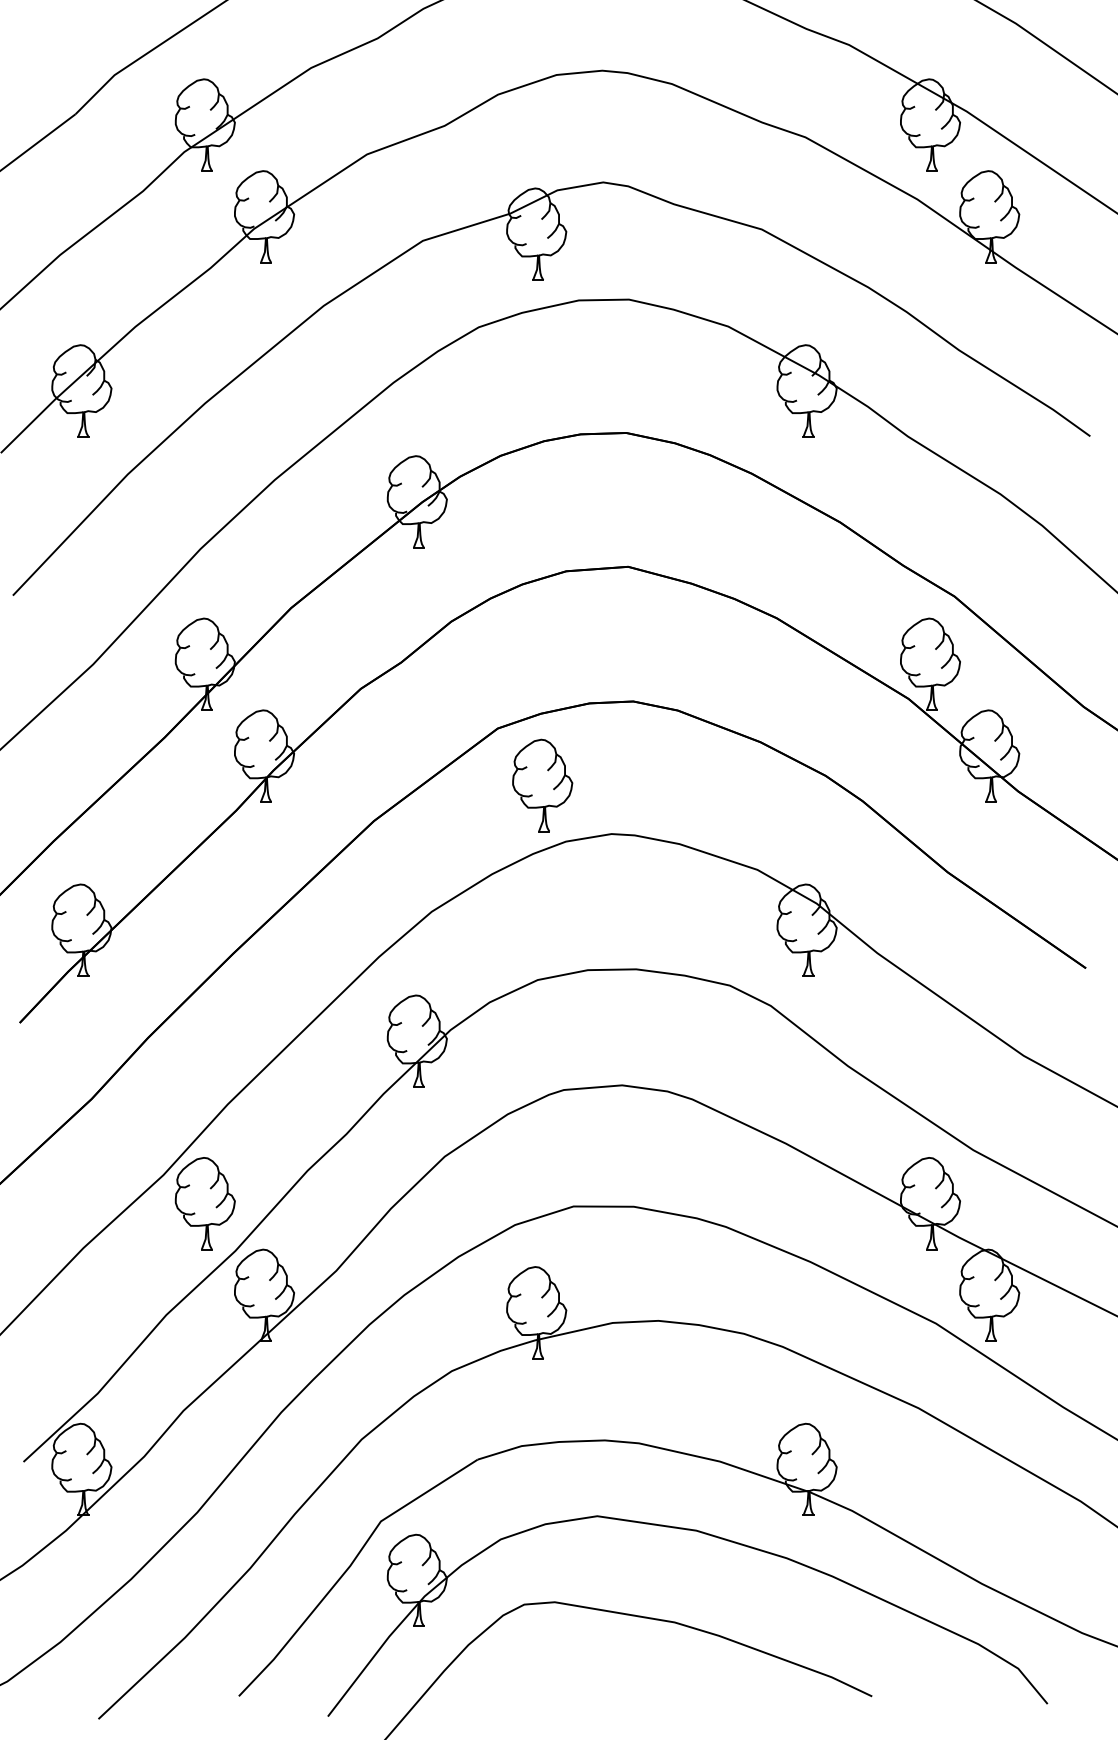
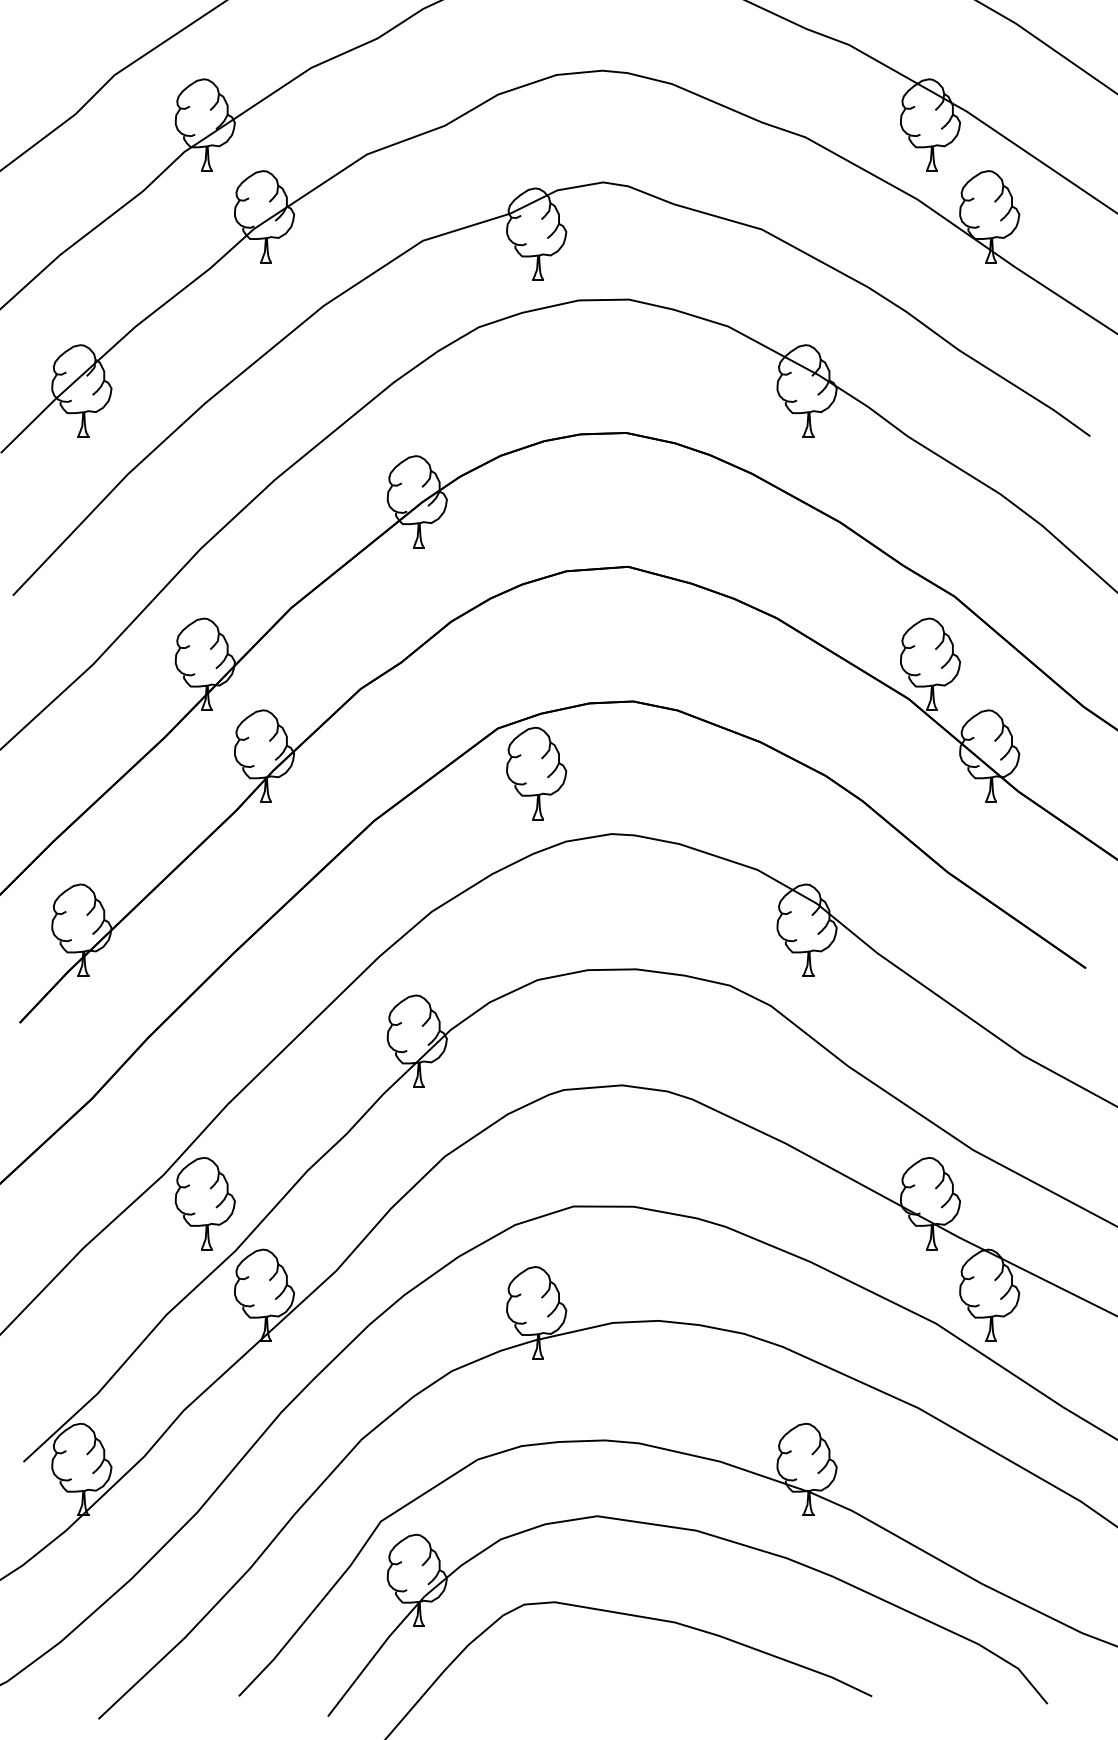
part at (542, 785) position: (542, 785) -> (536, 773)
